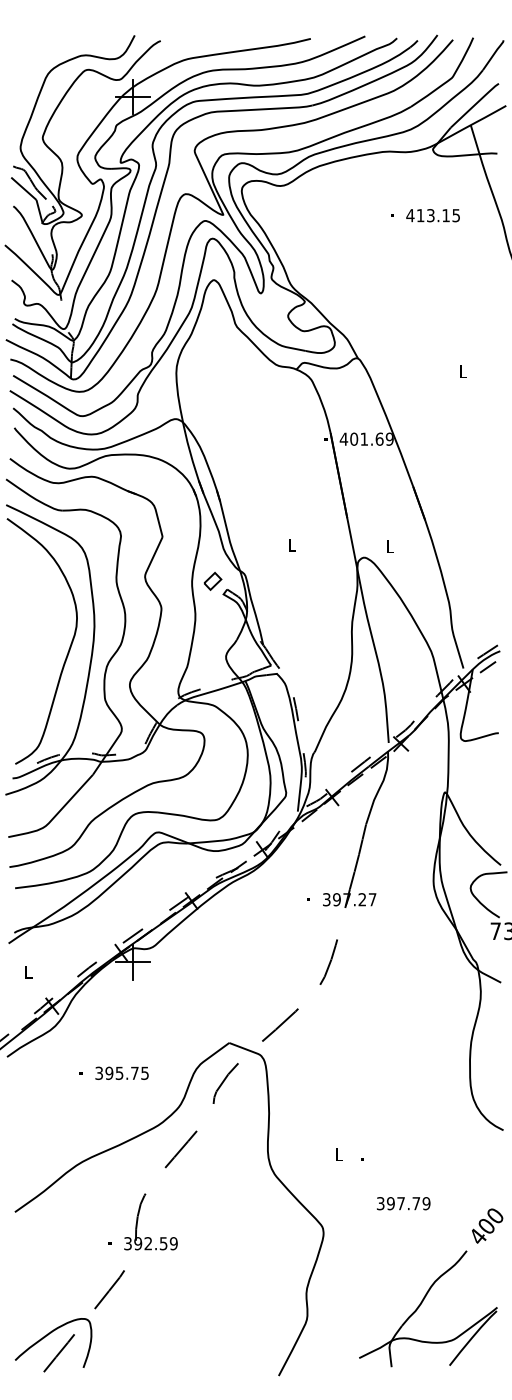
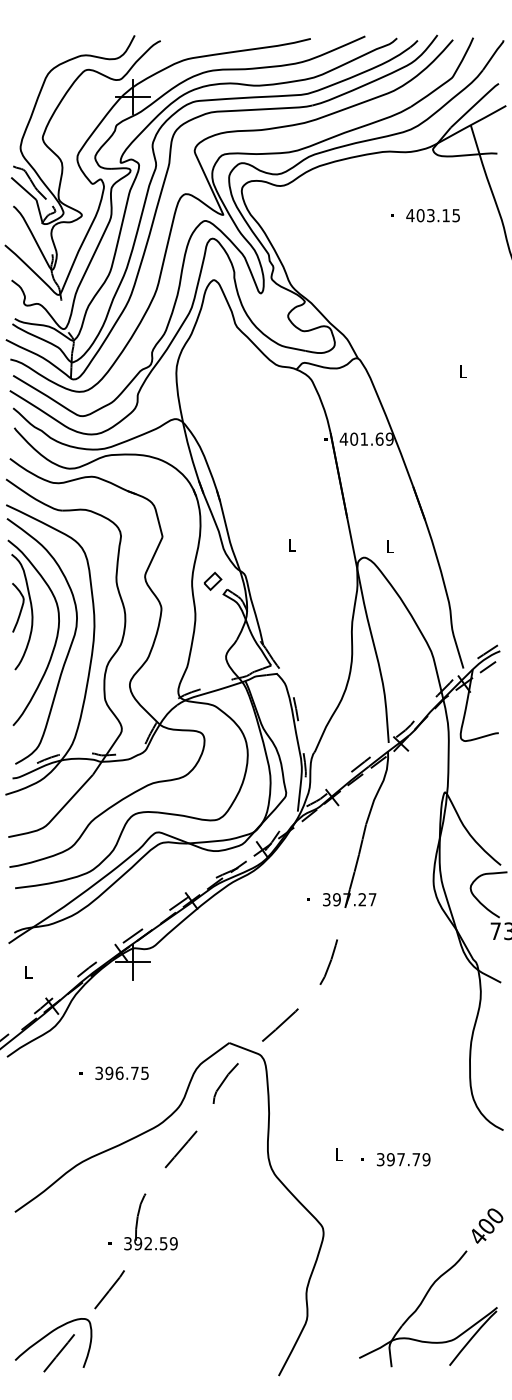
text at (420, 215): 413.15 -> 403.15
part at (33, 632): none -> present
text at (119, 1072): 395.75 -> 396.75
text at (403, 1203) position: (403, 1203) -> (403, 1159)
